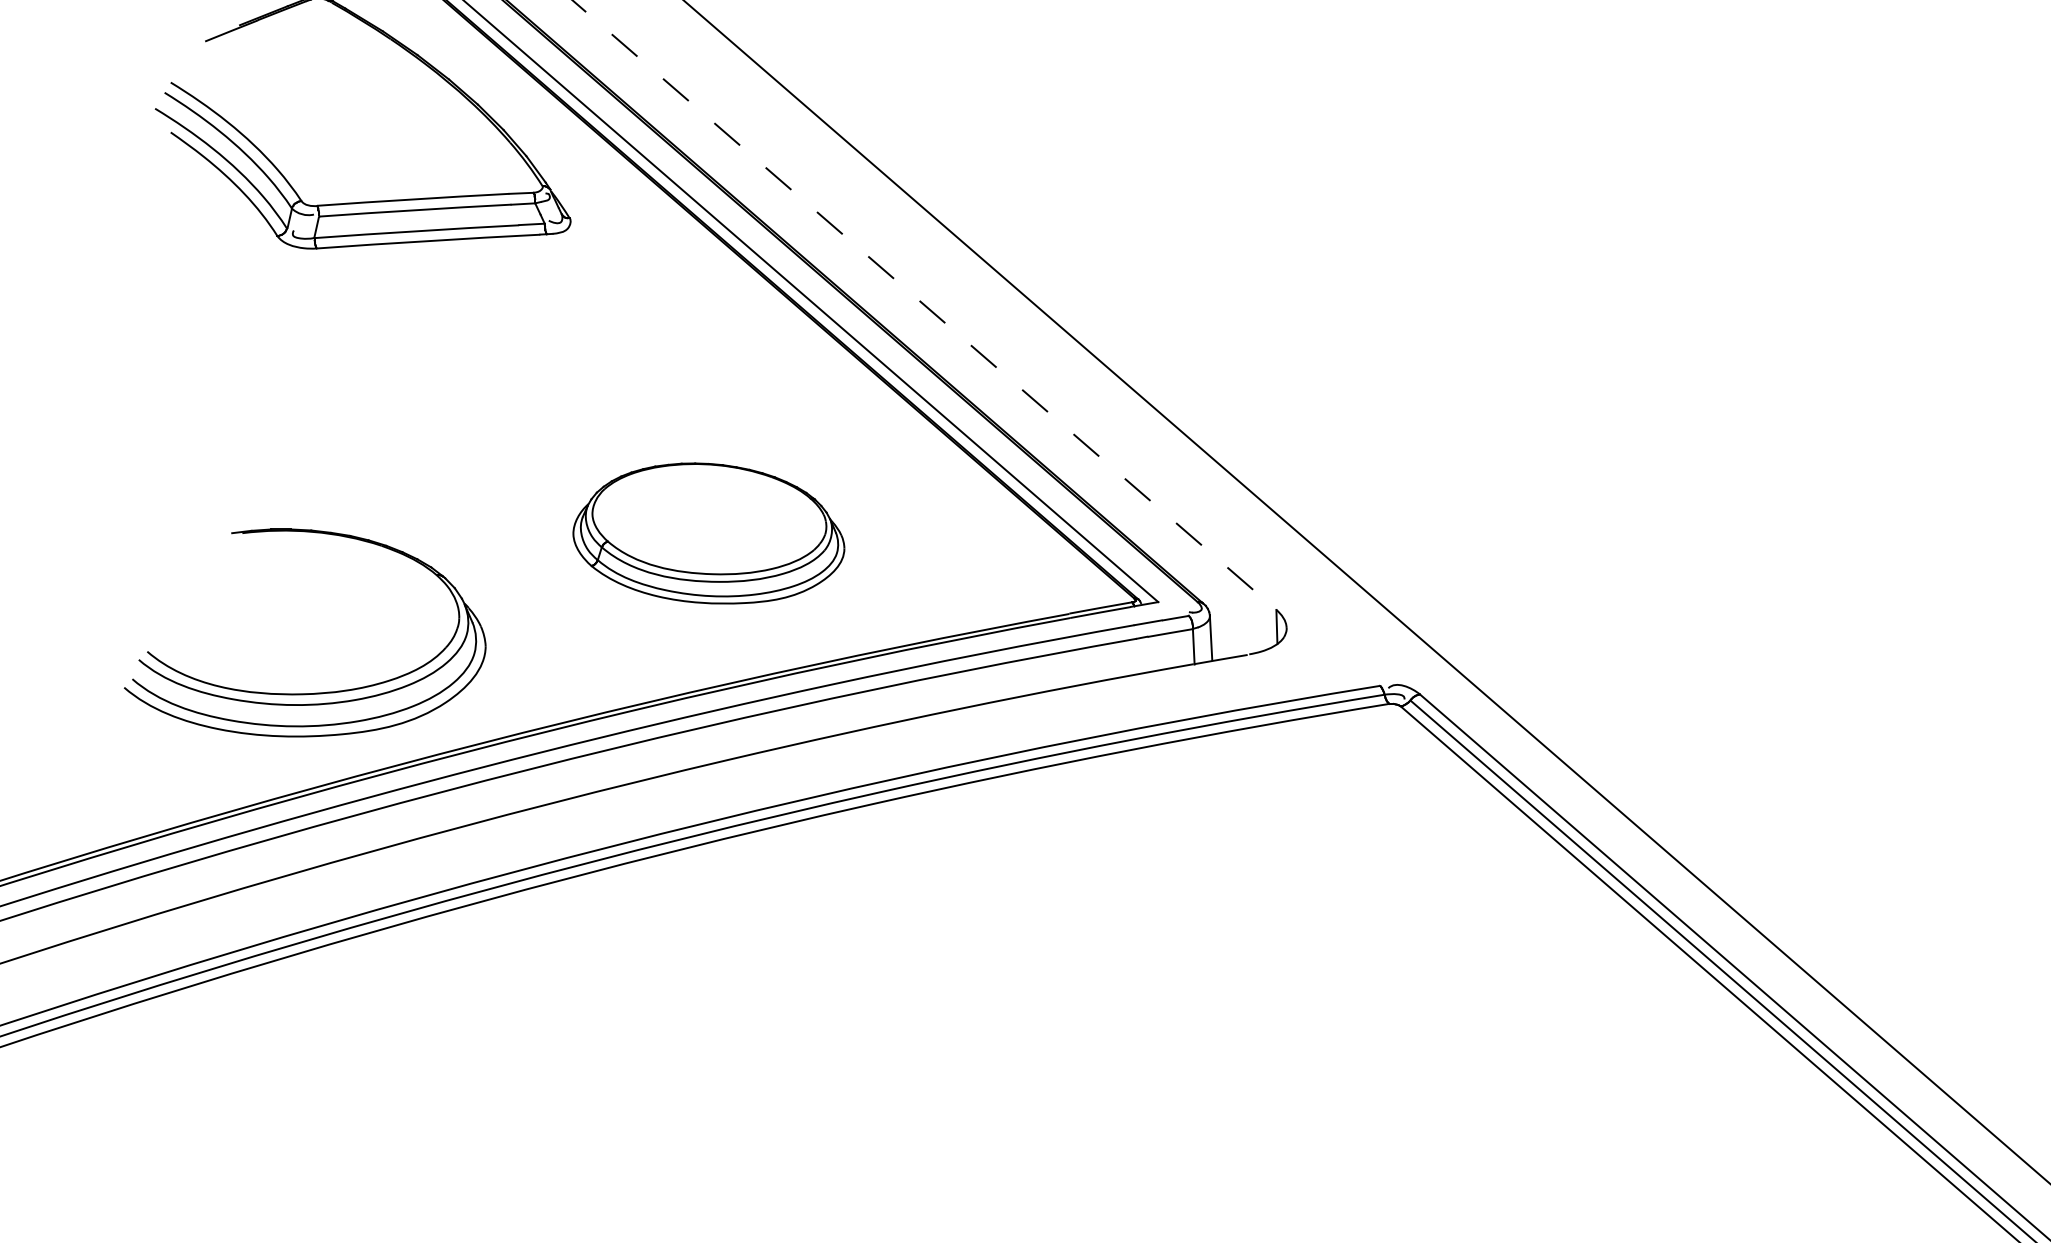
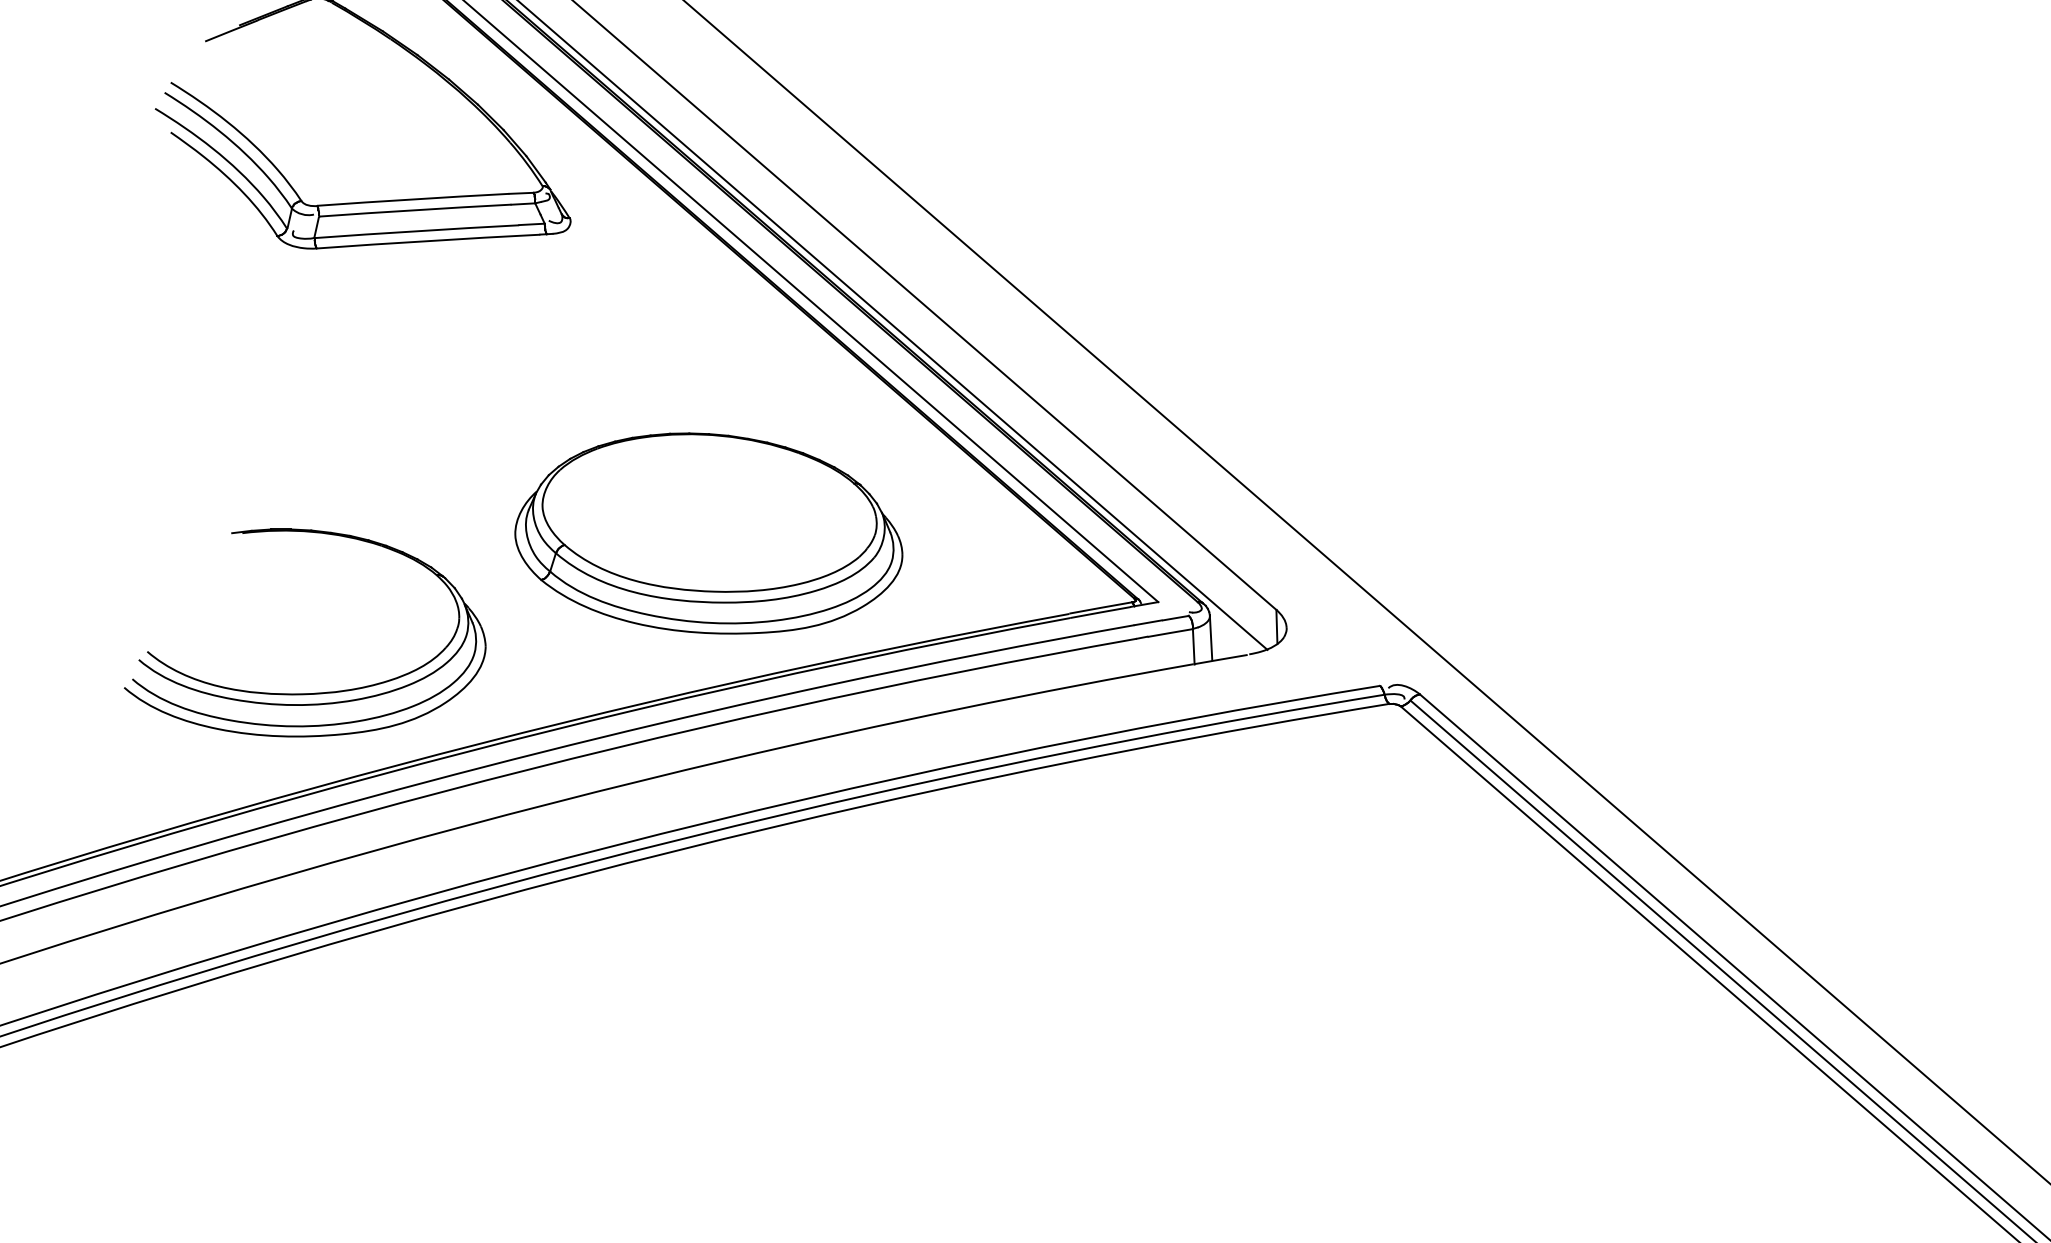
line at (924, 305): dashed -> solid
line at (893, 325): none -> present
part at (708, 533) size: 274x143 px -> 390x203 px
